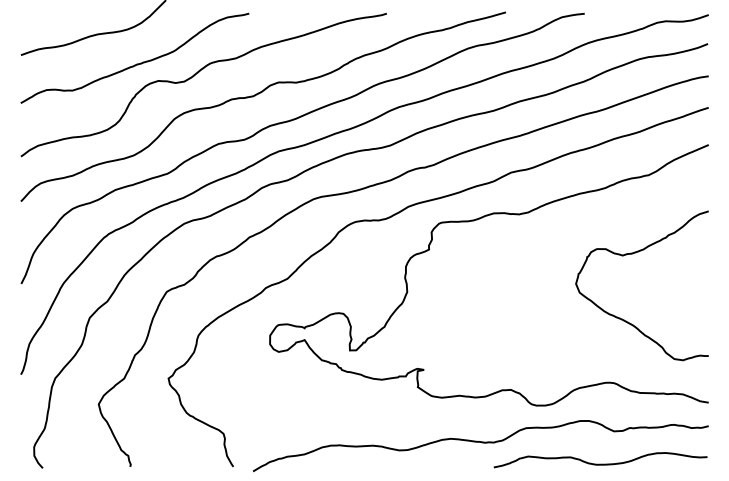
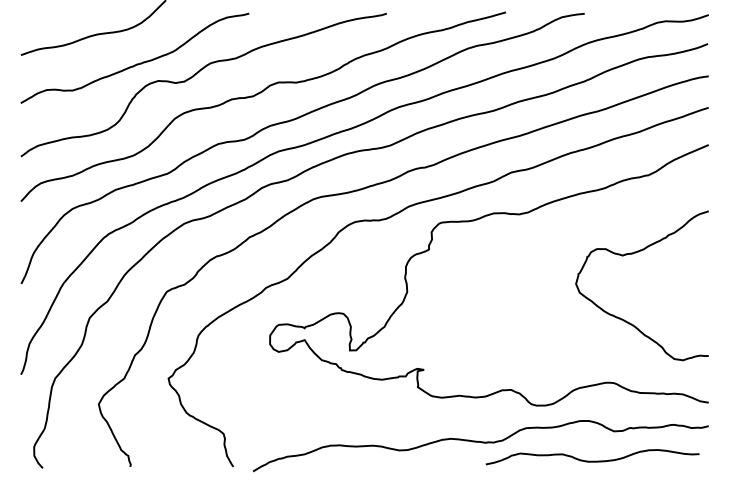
curve at (600, 463) position: (600, 463) -> (592, 460)
